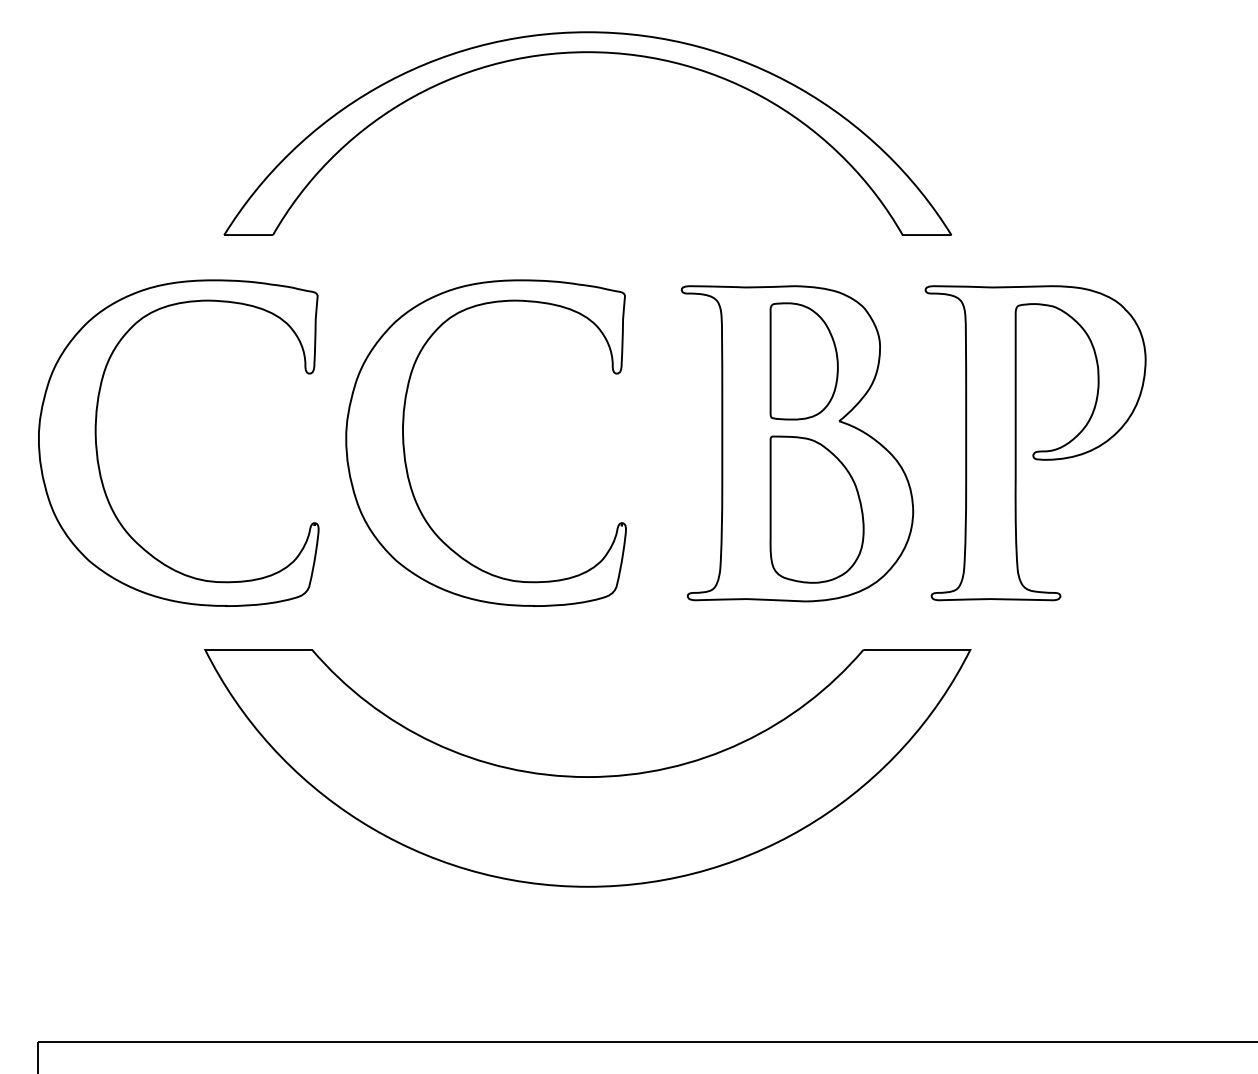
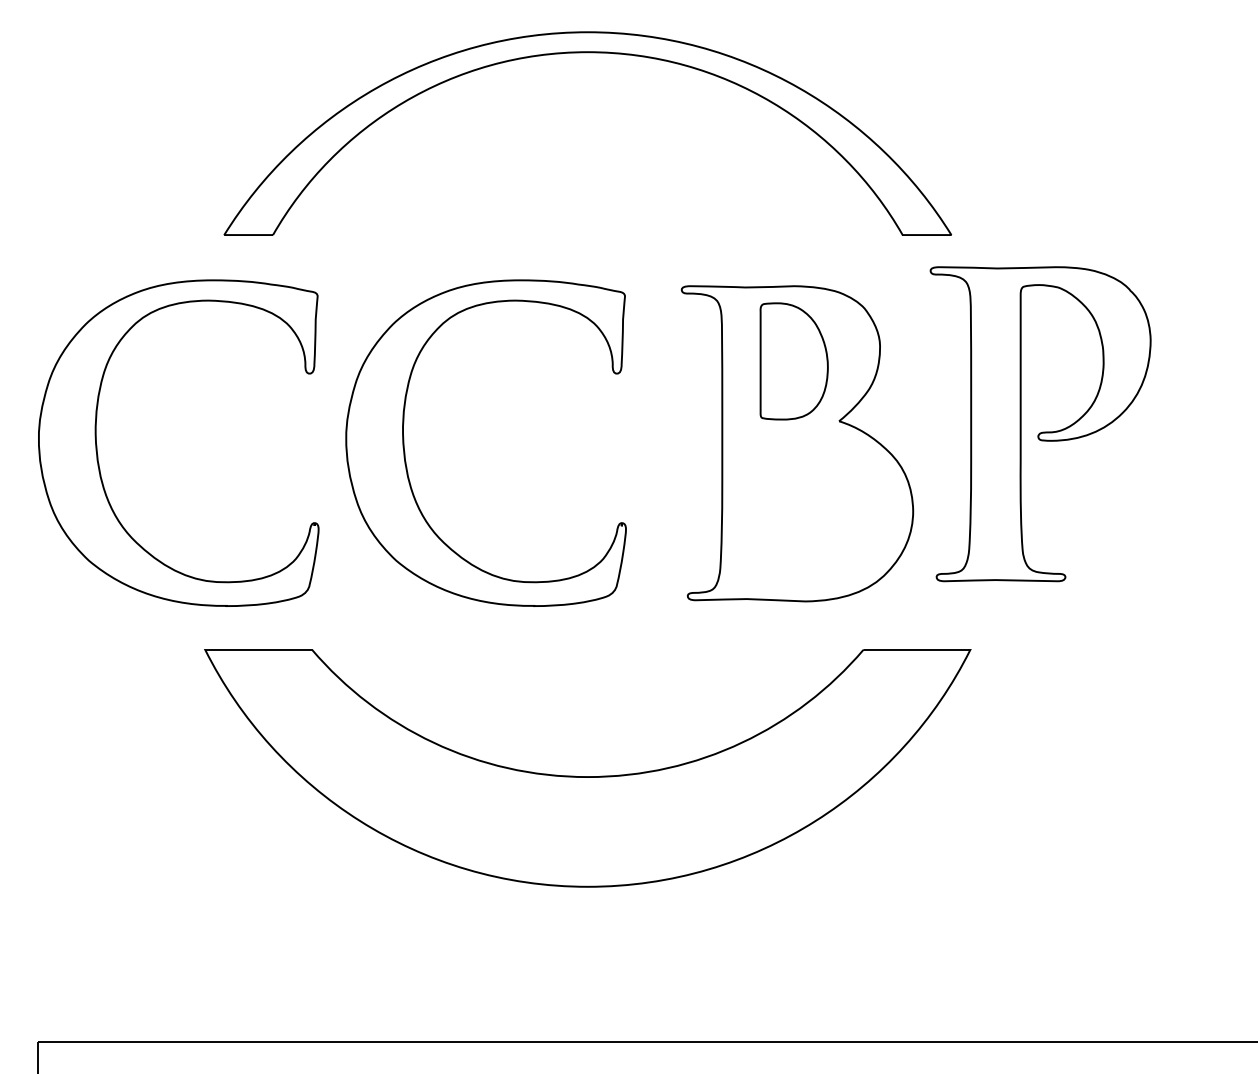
part at (803, 361) position: (803, 361) -> (793, 361)
part at (1037, 450) position: (1037, 450) -> (1042, 431)
part at (816, 509): present -> none
